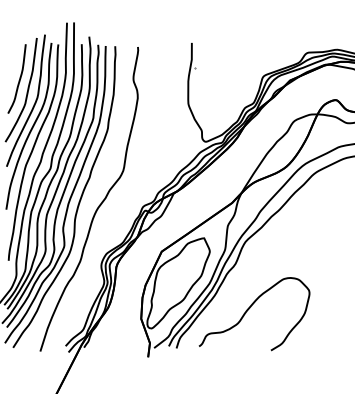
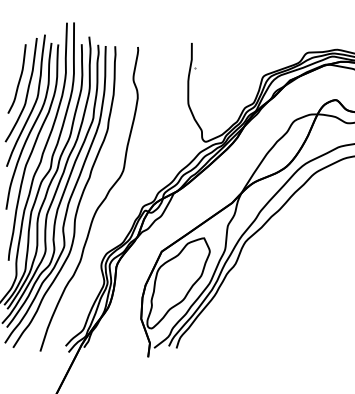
curve at (249, 309): present -> none
